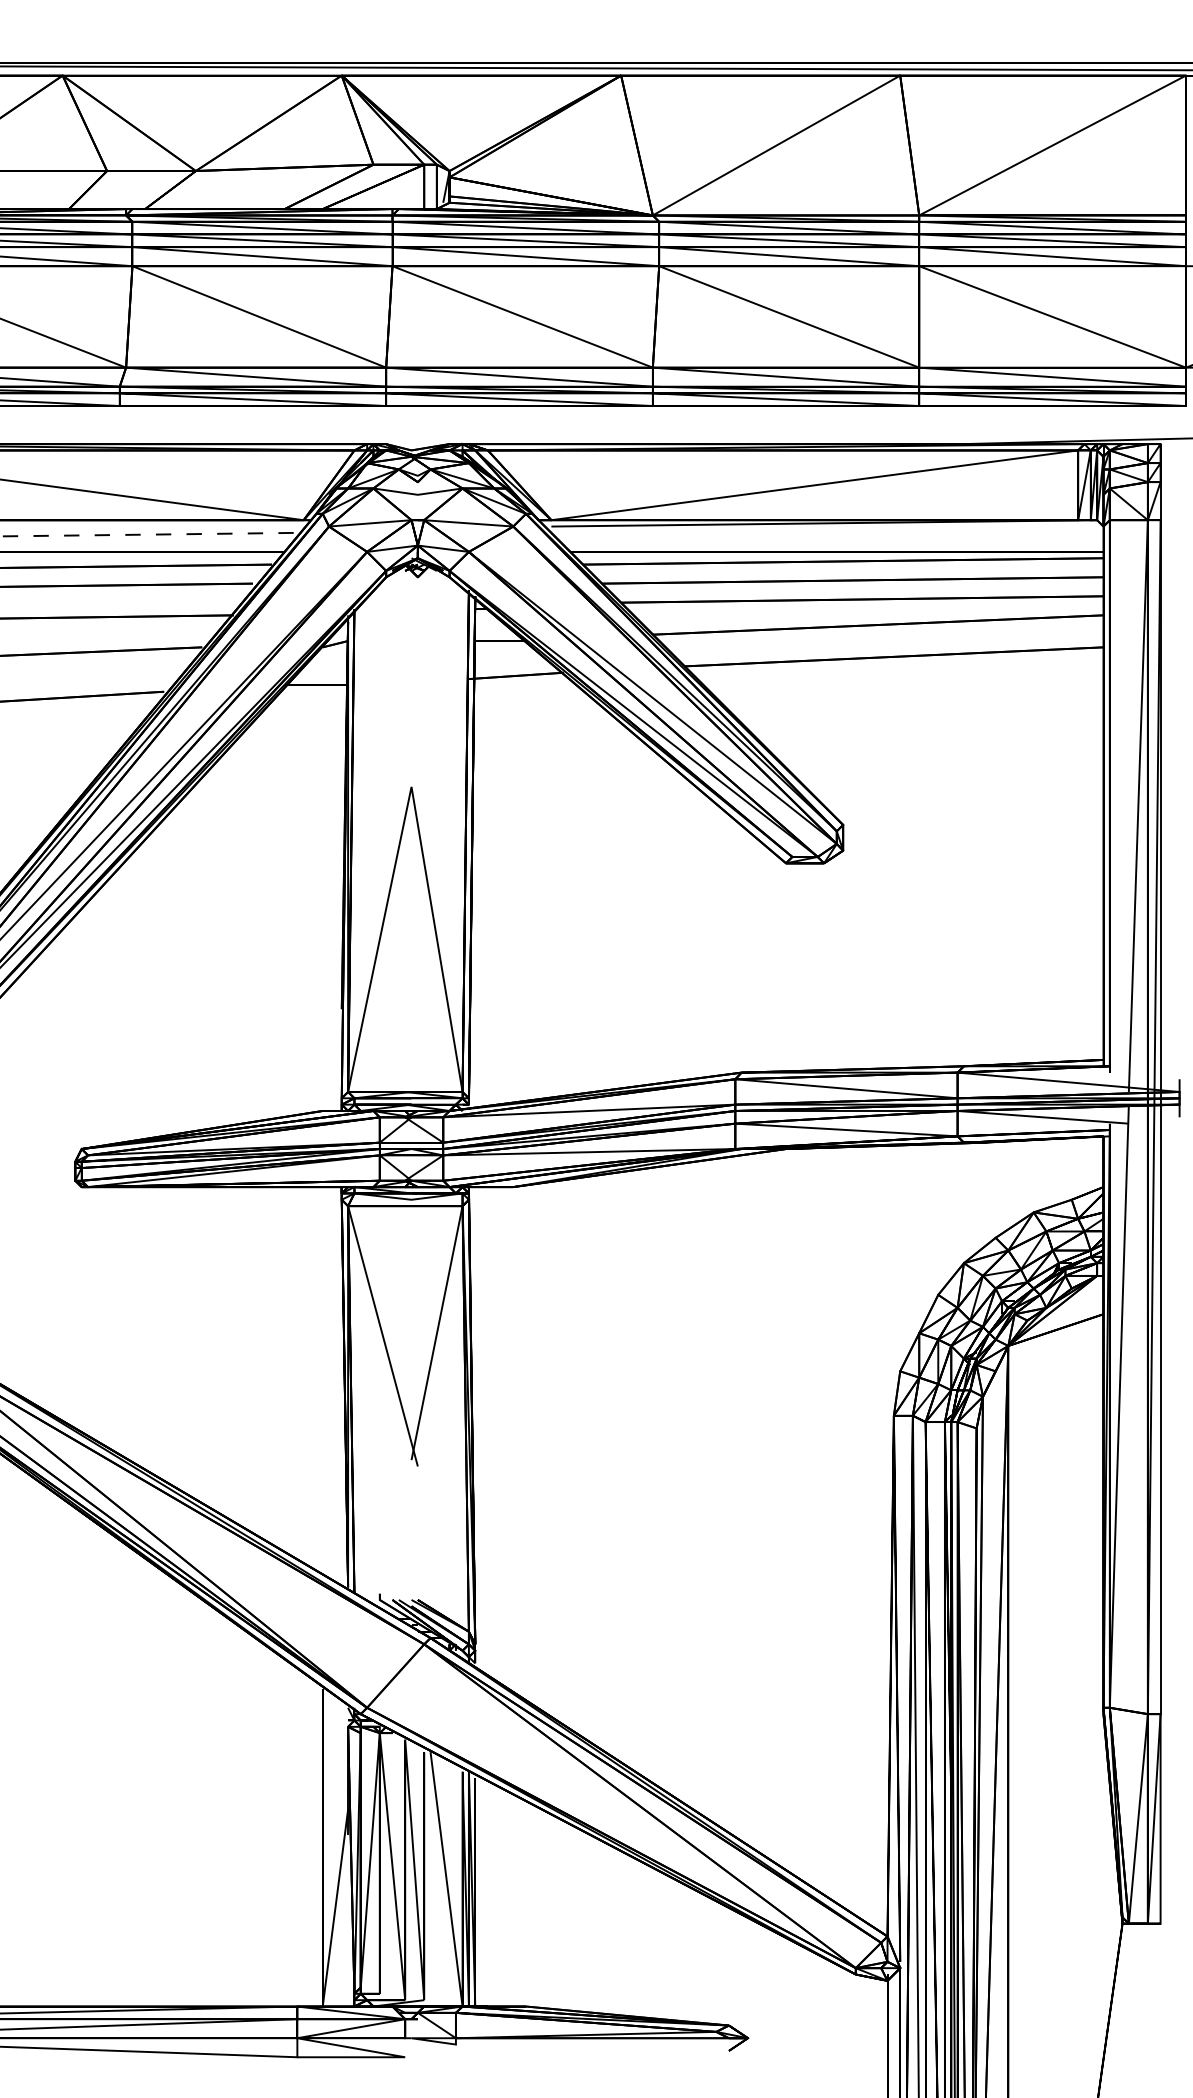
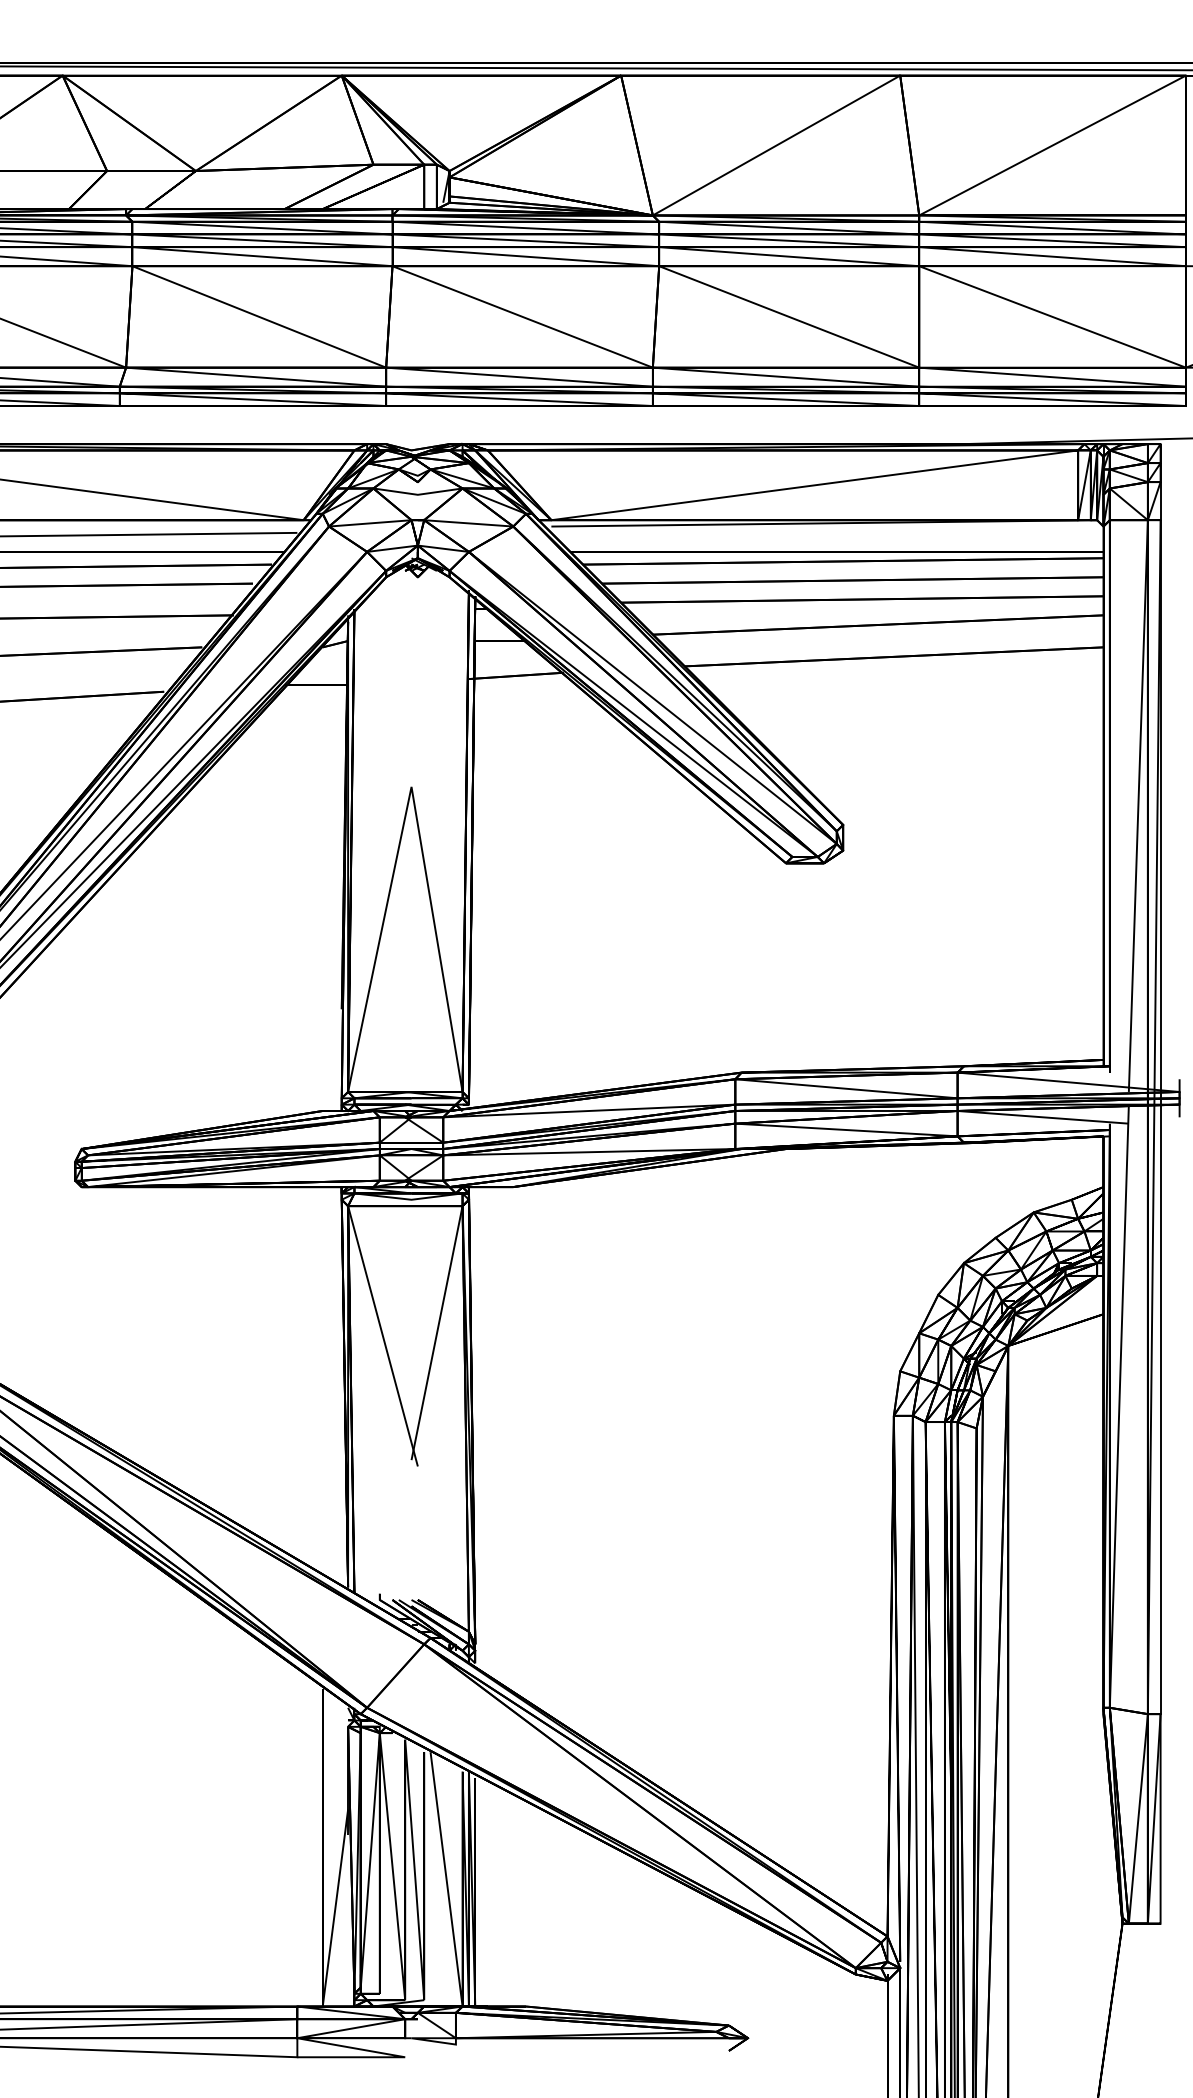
line at (149, 534): dashed -> solid
